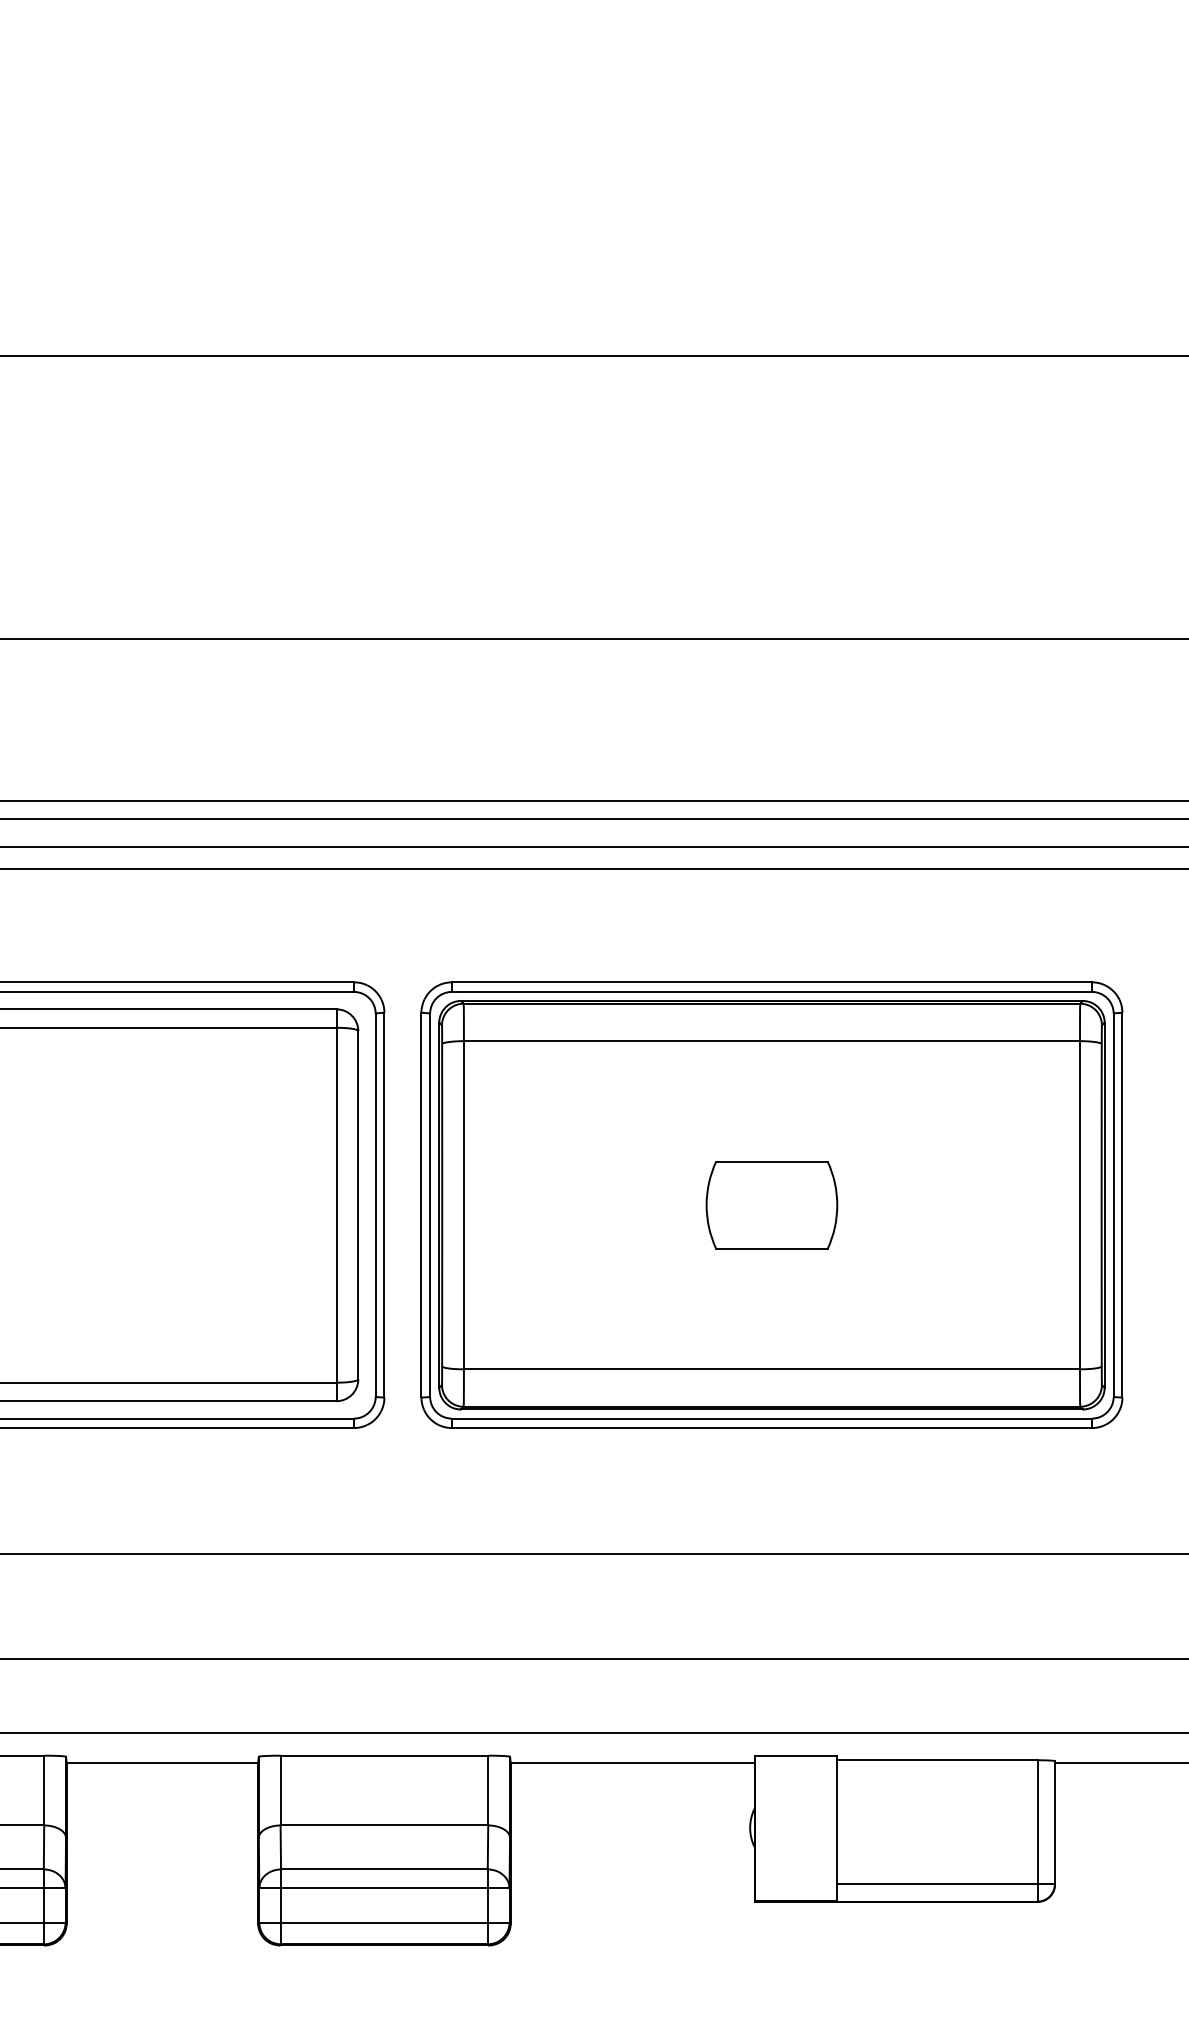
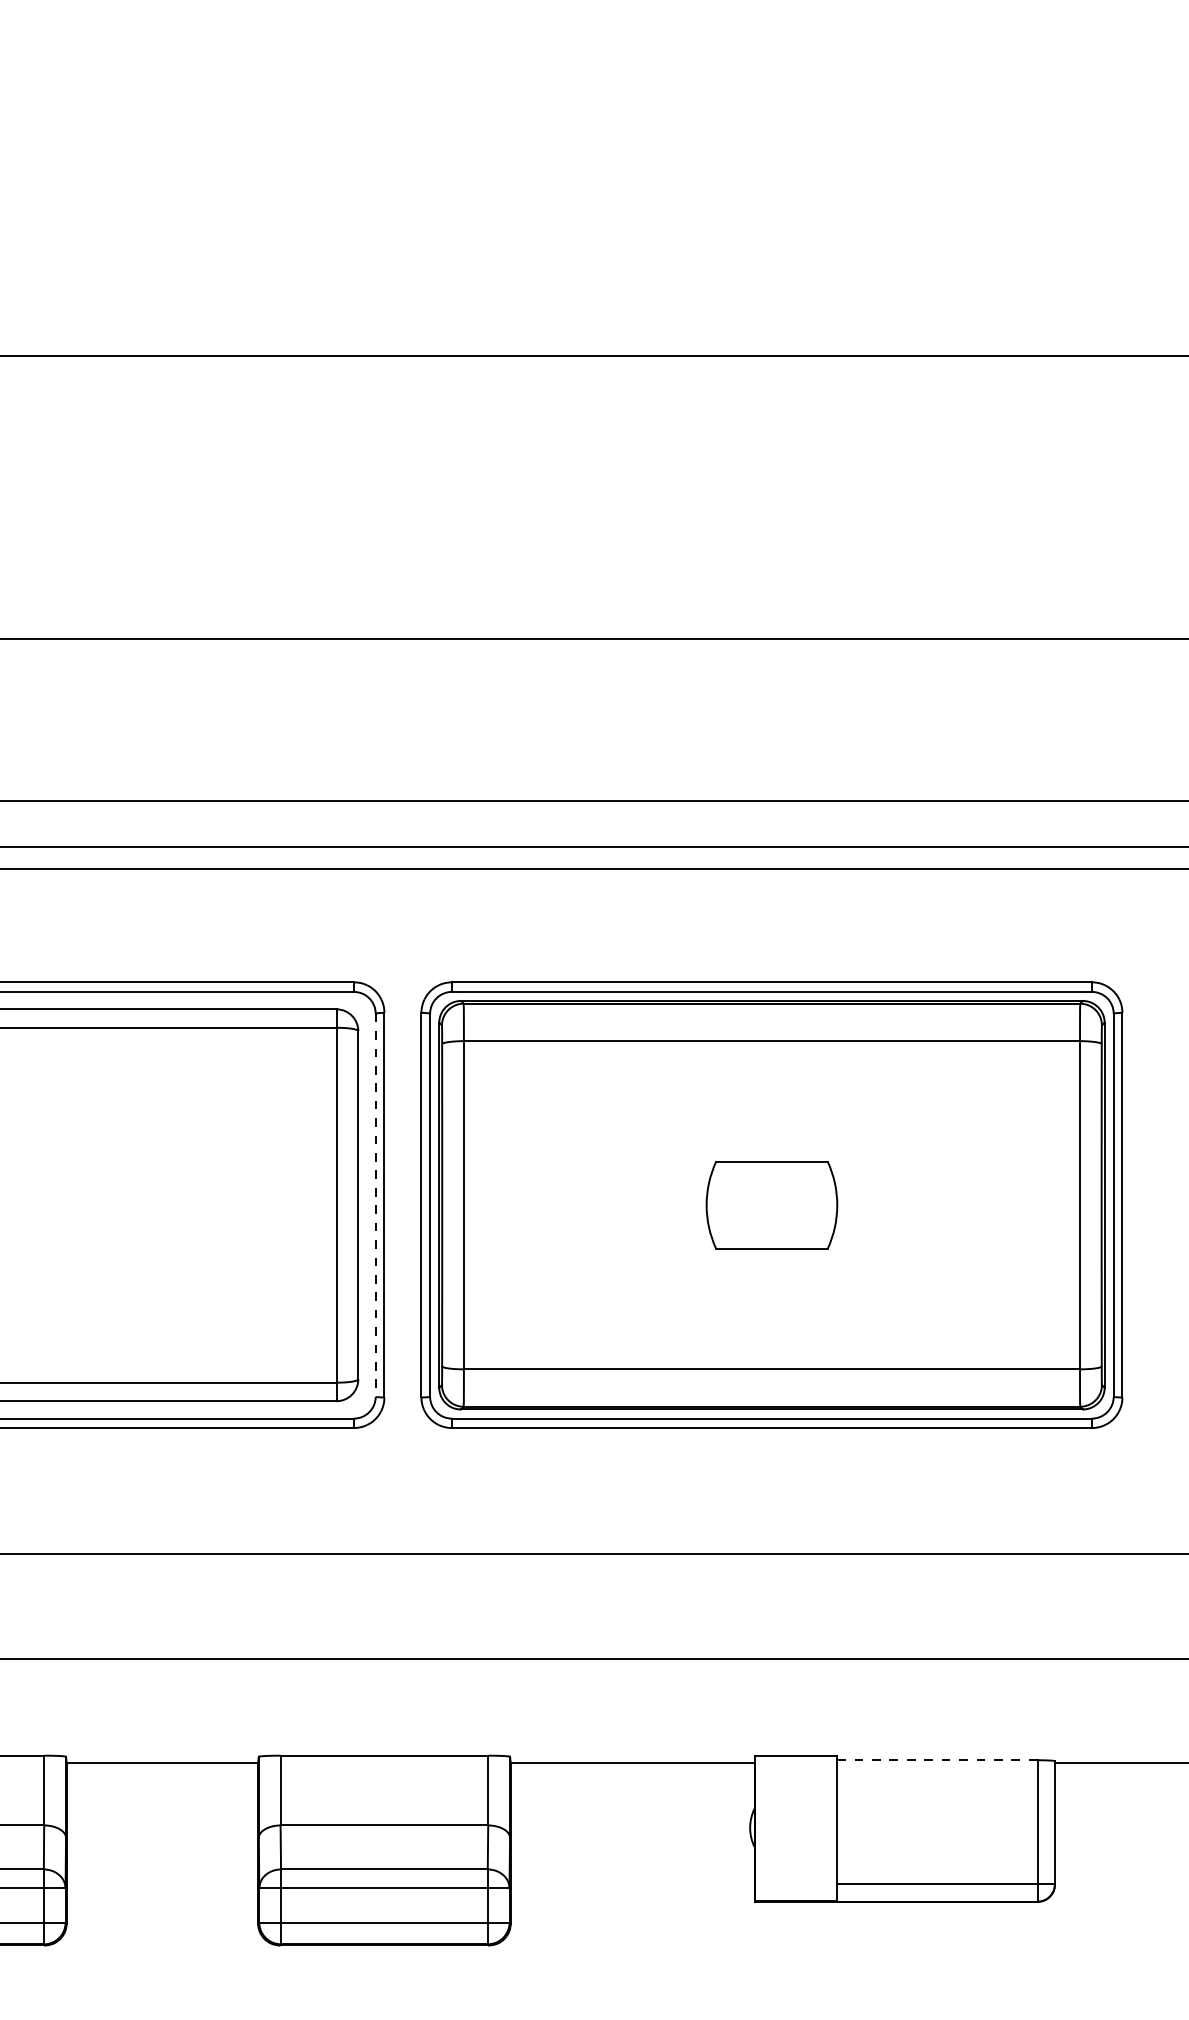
line at (593, 819): present -> none
line at (375, 1205): solid -> dashed
line at (593, 1732): present -> none
line at (937, 1760): solid -> dashed
